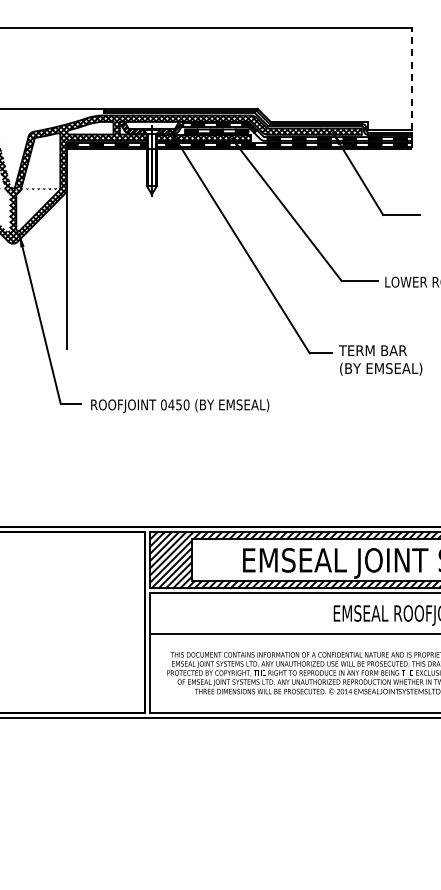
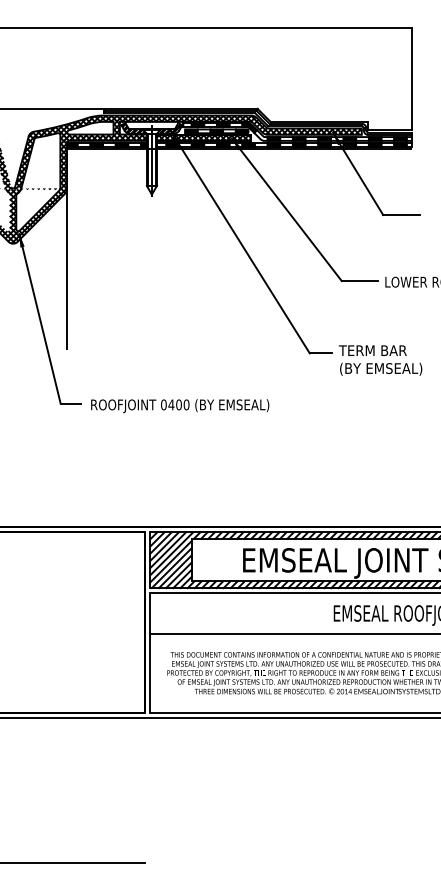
line at (412, 78): dashed -> solid
text at (178, 404): 0450 -> 0400
line at (73, 863): none -> present
